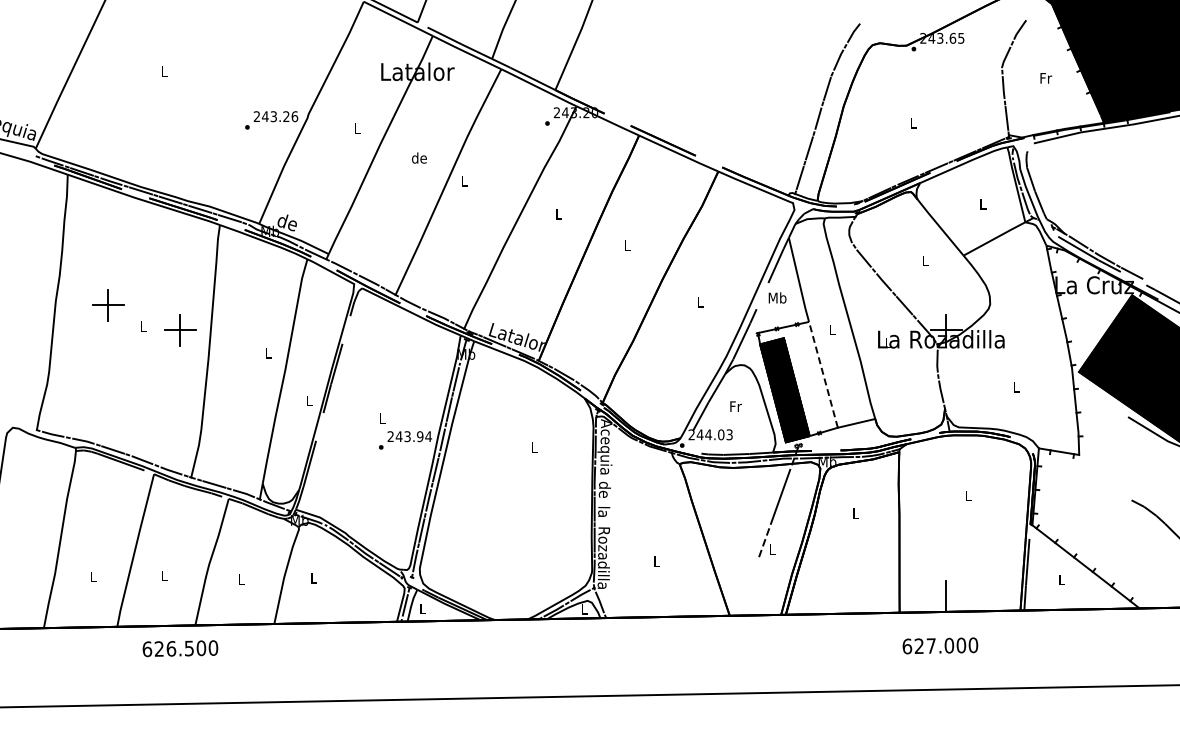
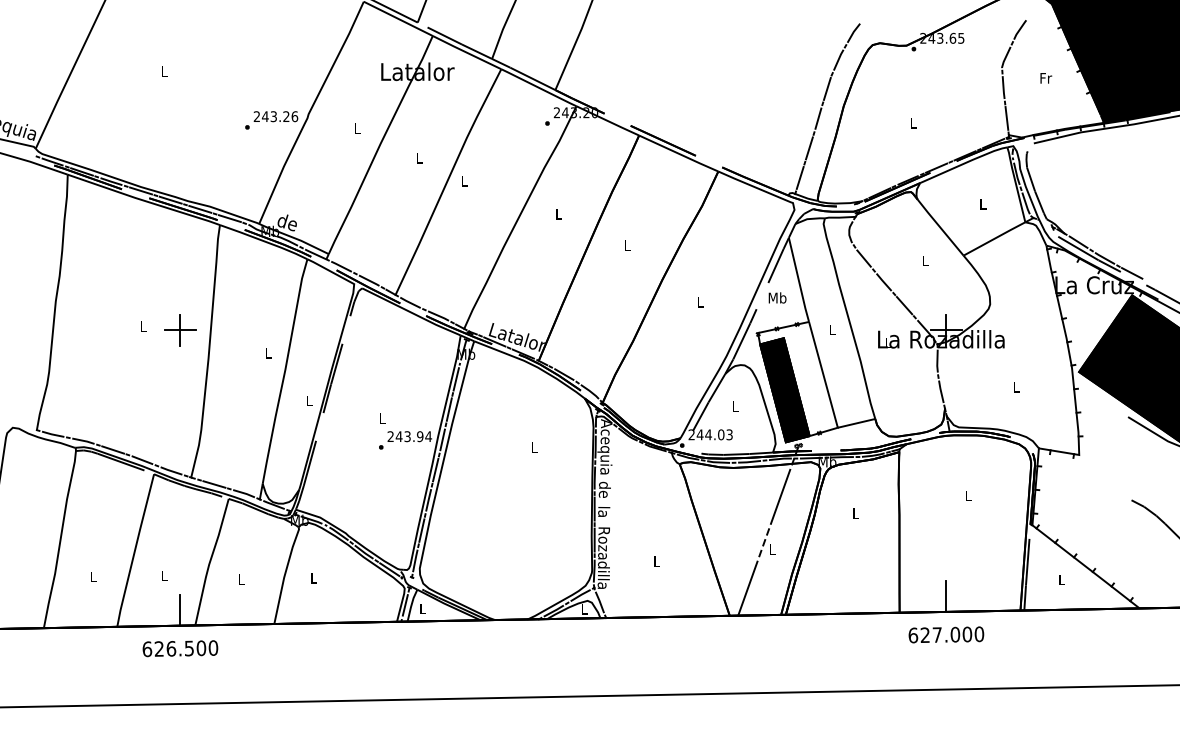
text at (419, 157): de -> L
part at (108, 305): present -> none
line at (823, 374): dashed -> solid
text at (735, 406): Fr -> L
line at (747, 588): none -> present
line at (180, 610): none -> present
text at (940, 645) position: (940, 645) -> (946, 634)
